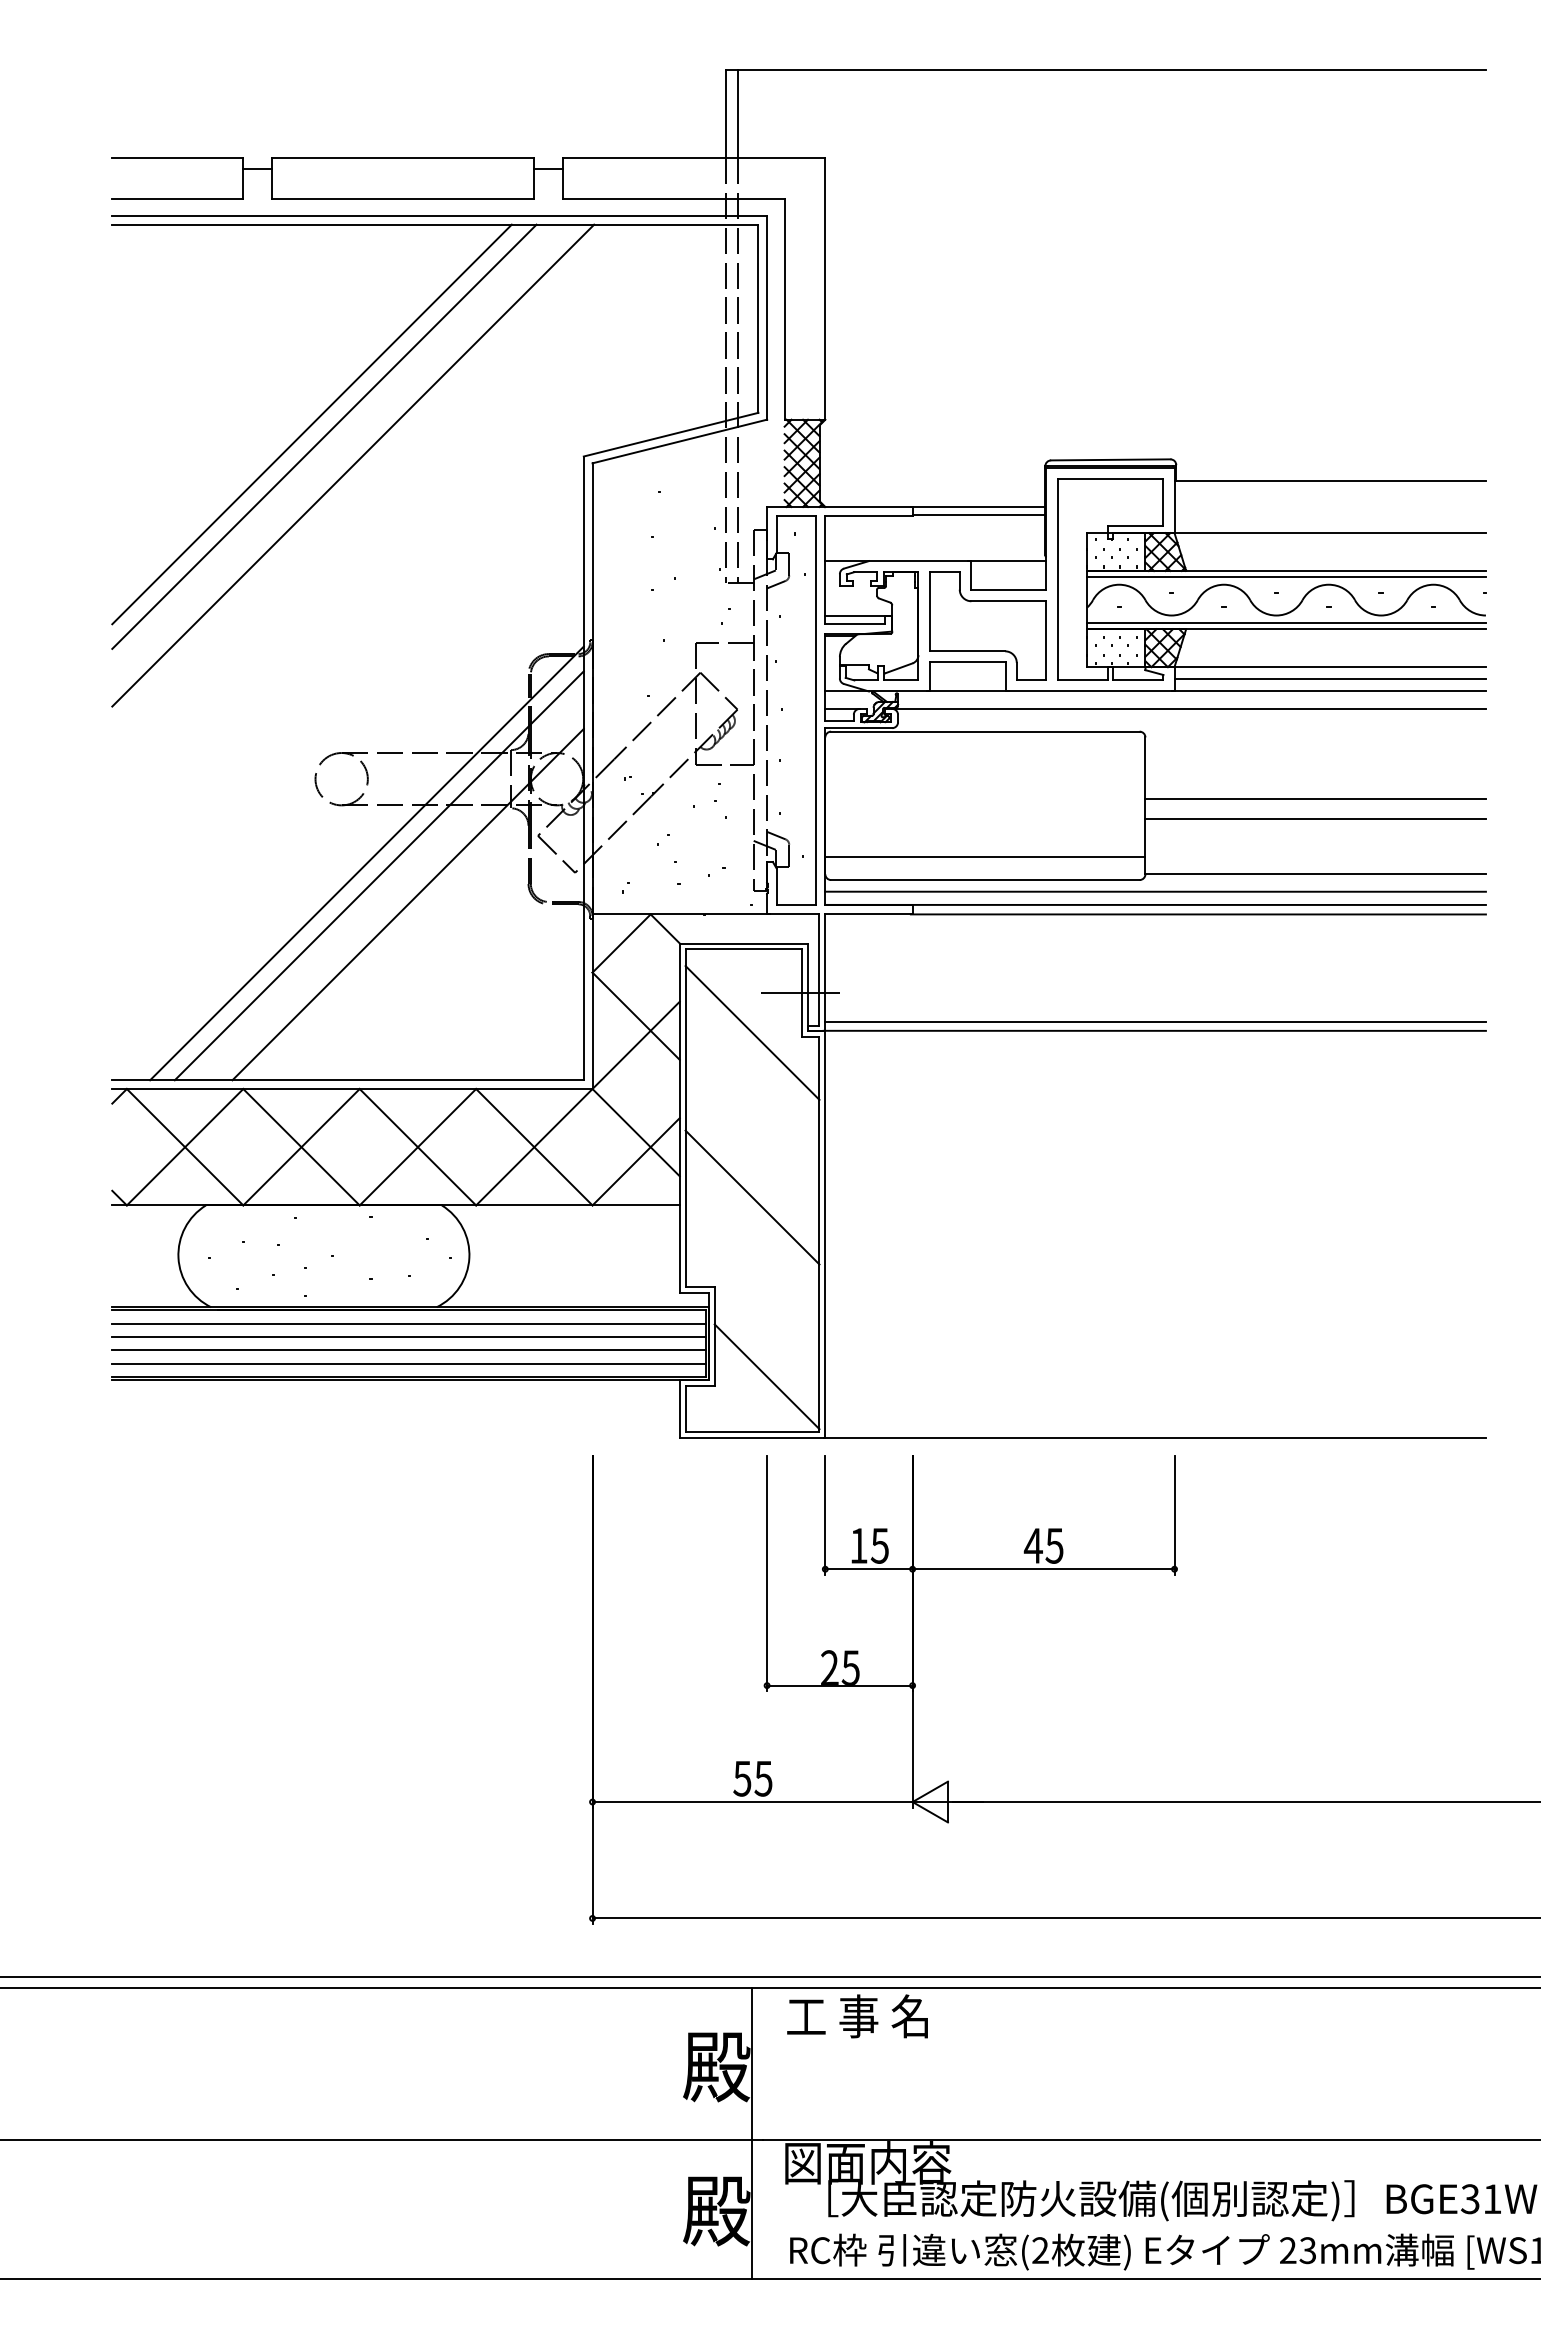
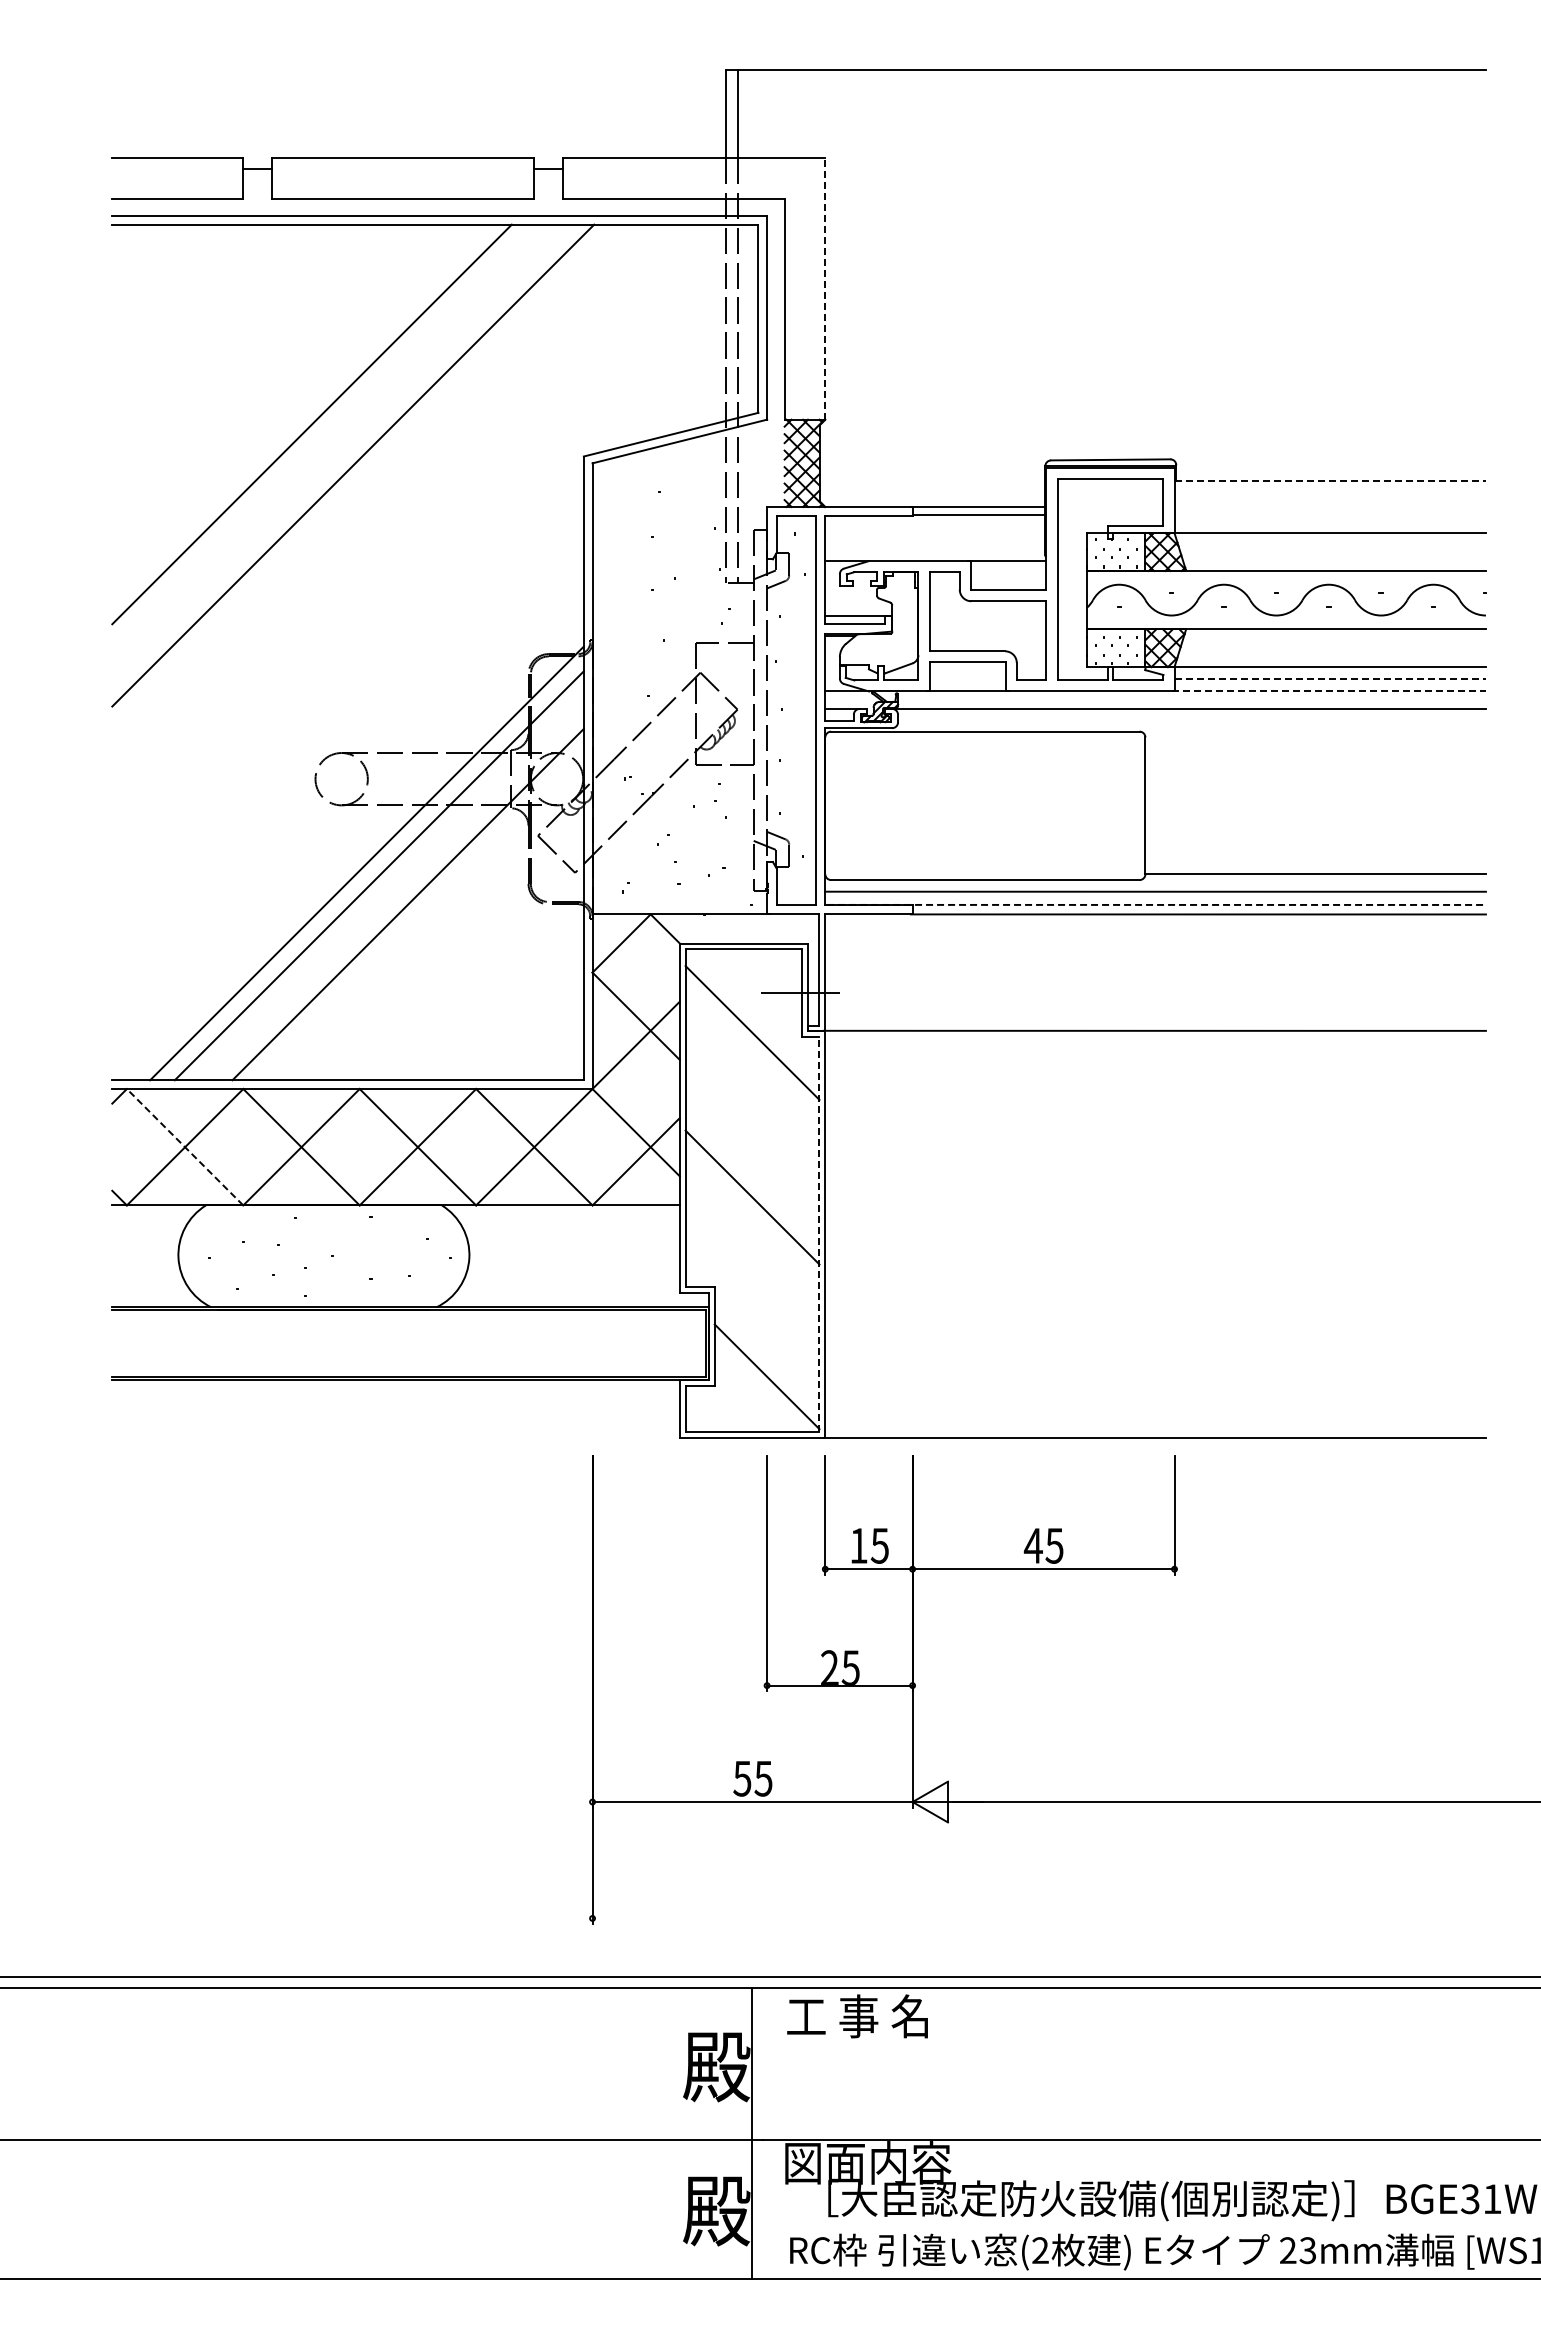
line at (825, 288): solid -> dashed
line at (324, 436): present -> none
line at (1330, 480): solid -> dashed
line at (1286, 576): present -> none
line at (1286, 623): present -> none
line at (1330, 678): solid -> dashed
line at (1329, 691): solid -> dashed
line at (1315, 799): present -> none
line at (1315, 818): present -> none
line at (985, 856): present -> none
line at (1157, 904): solid -> dashed
line at (1155, 1022): present -> none
line at (184, 1146): solid -> dashed
line at (819, 1234): solid -> dashed
line at (408, 1323): present -> none
line at (408, 1336): present -> none
line at (408, 1350): present -> none
line at (408, 1363): present -> none
line at (1064, 1918): present -> none
